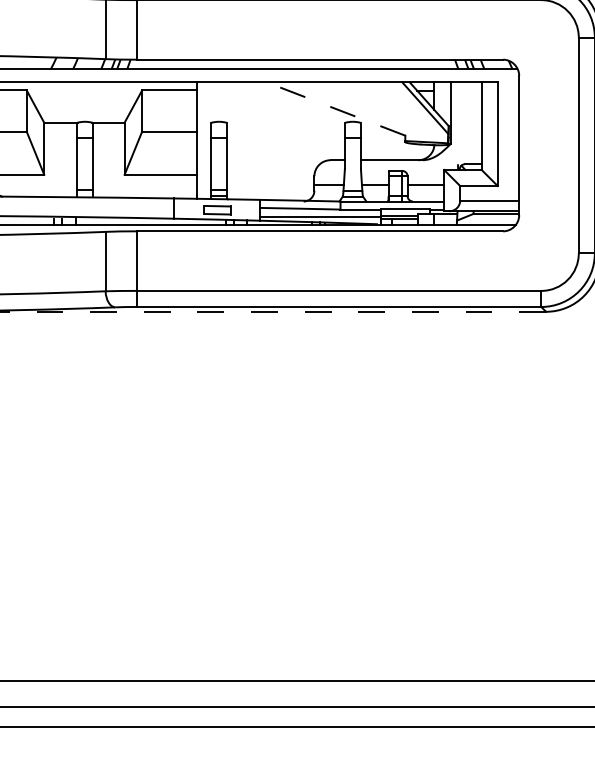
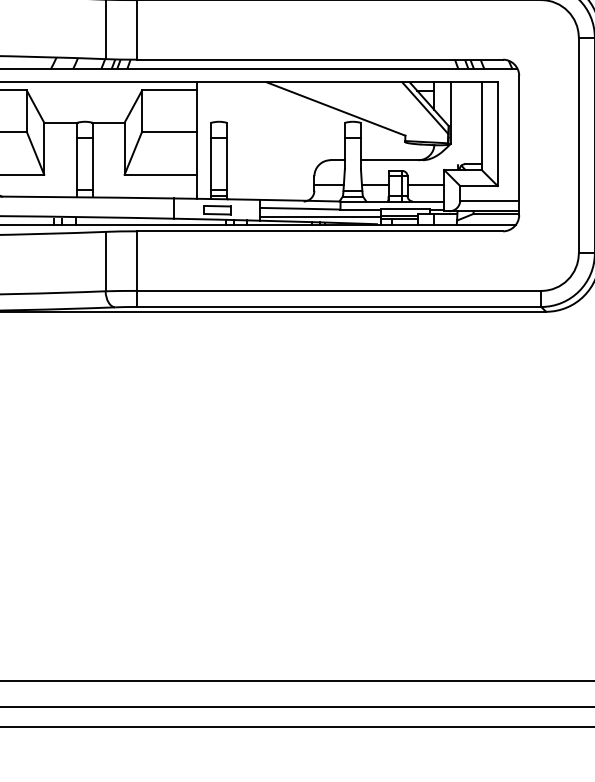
line at (335, 108): dashed -> solid
line at (273, 311): dashed -> solid
